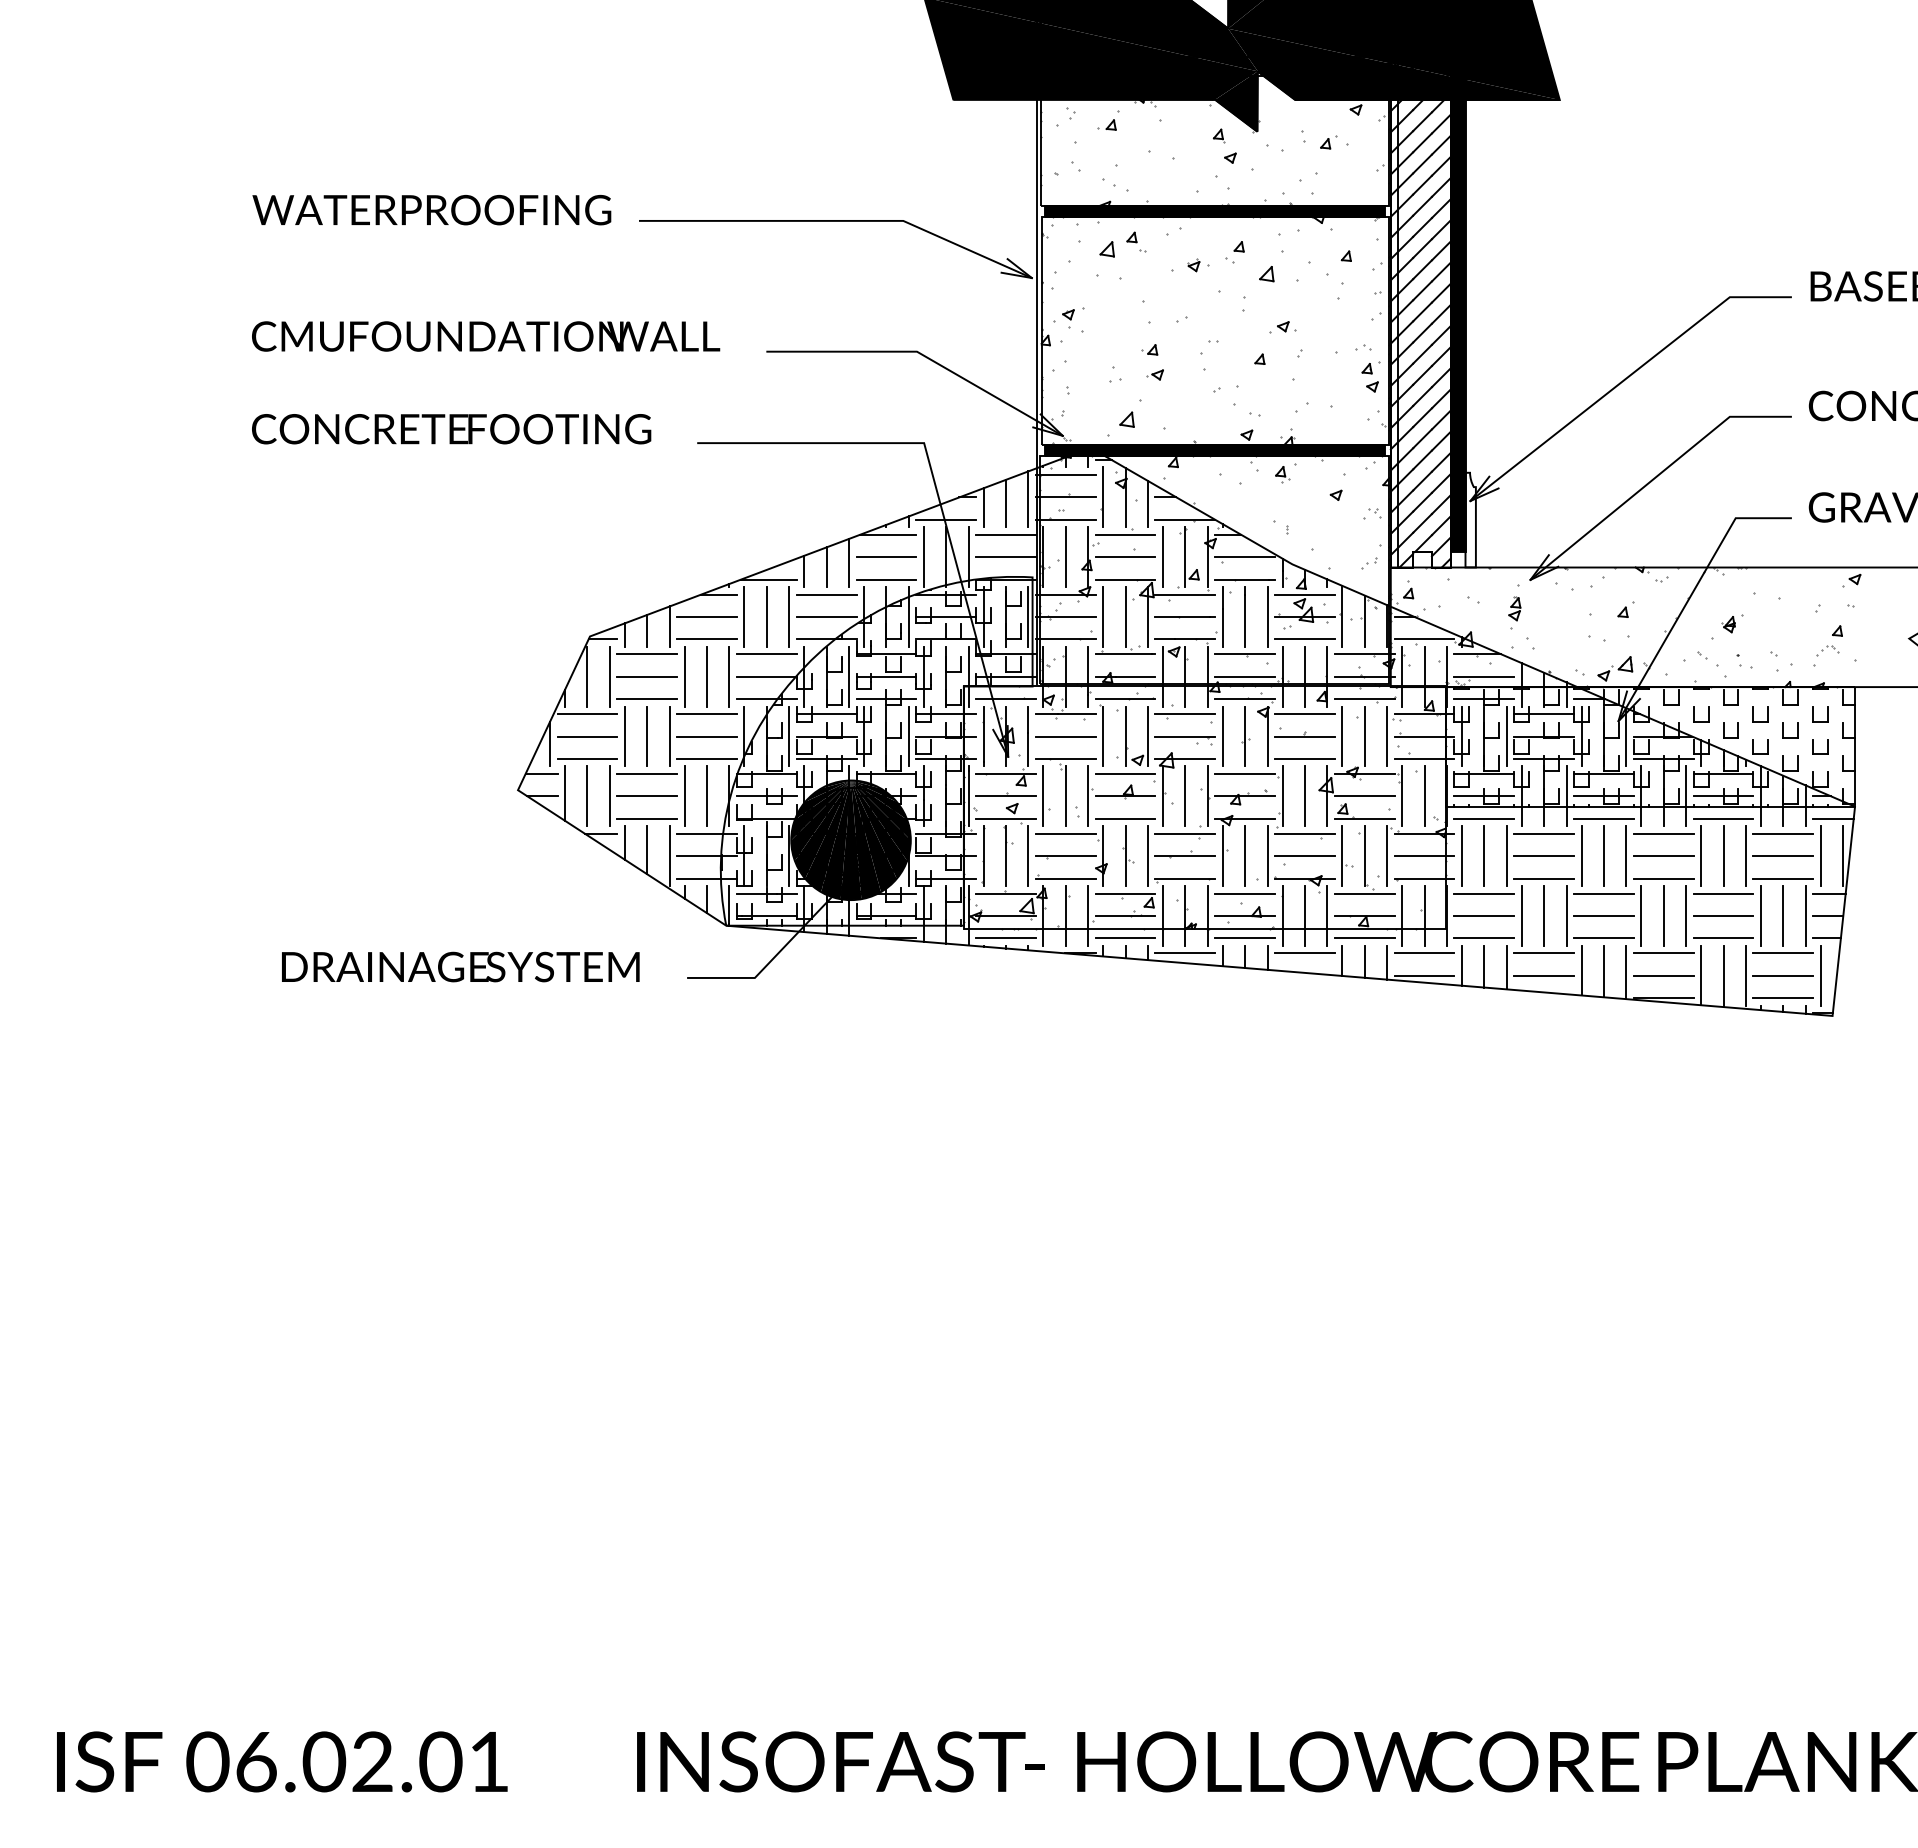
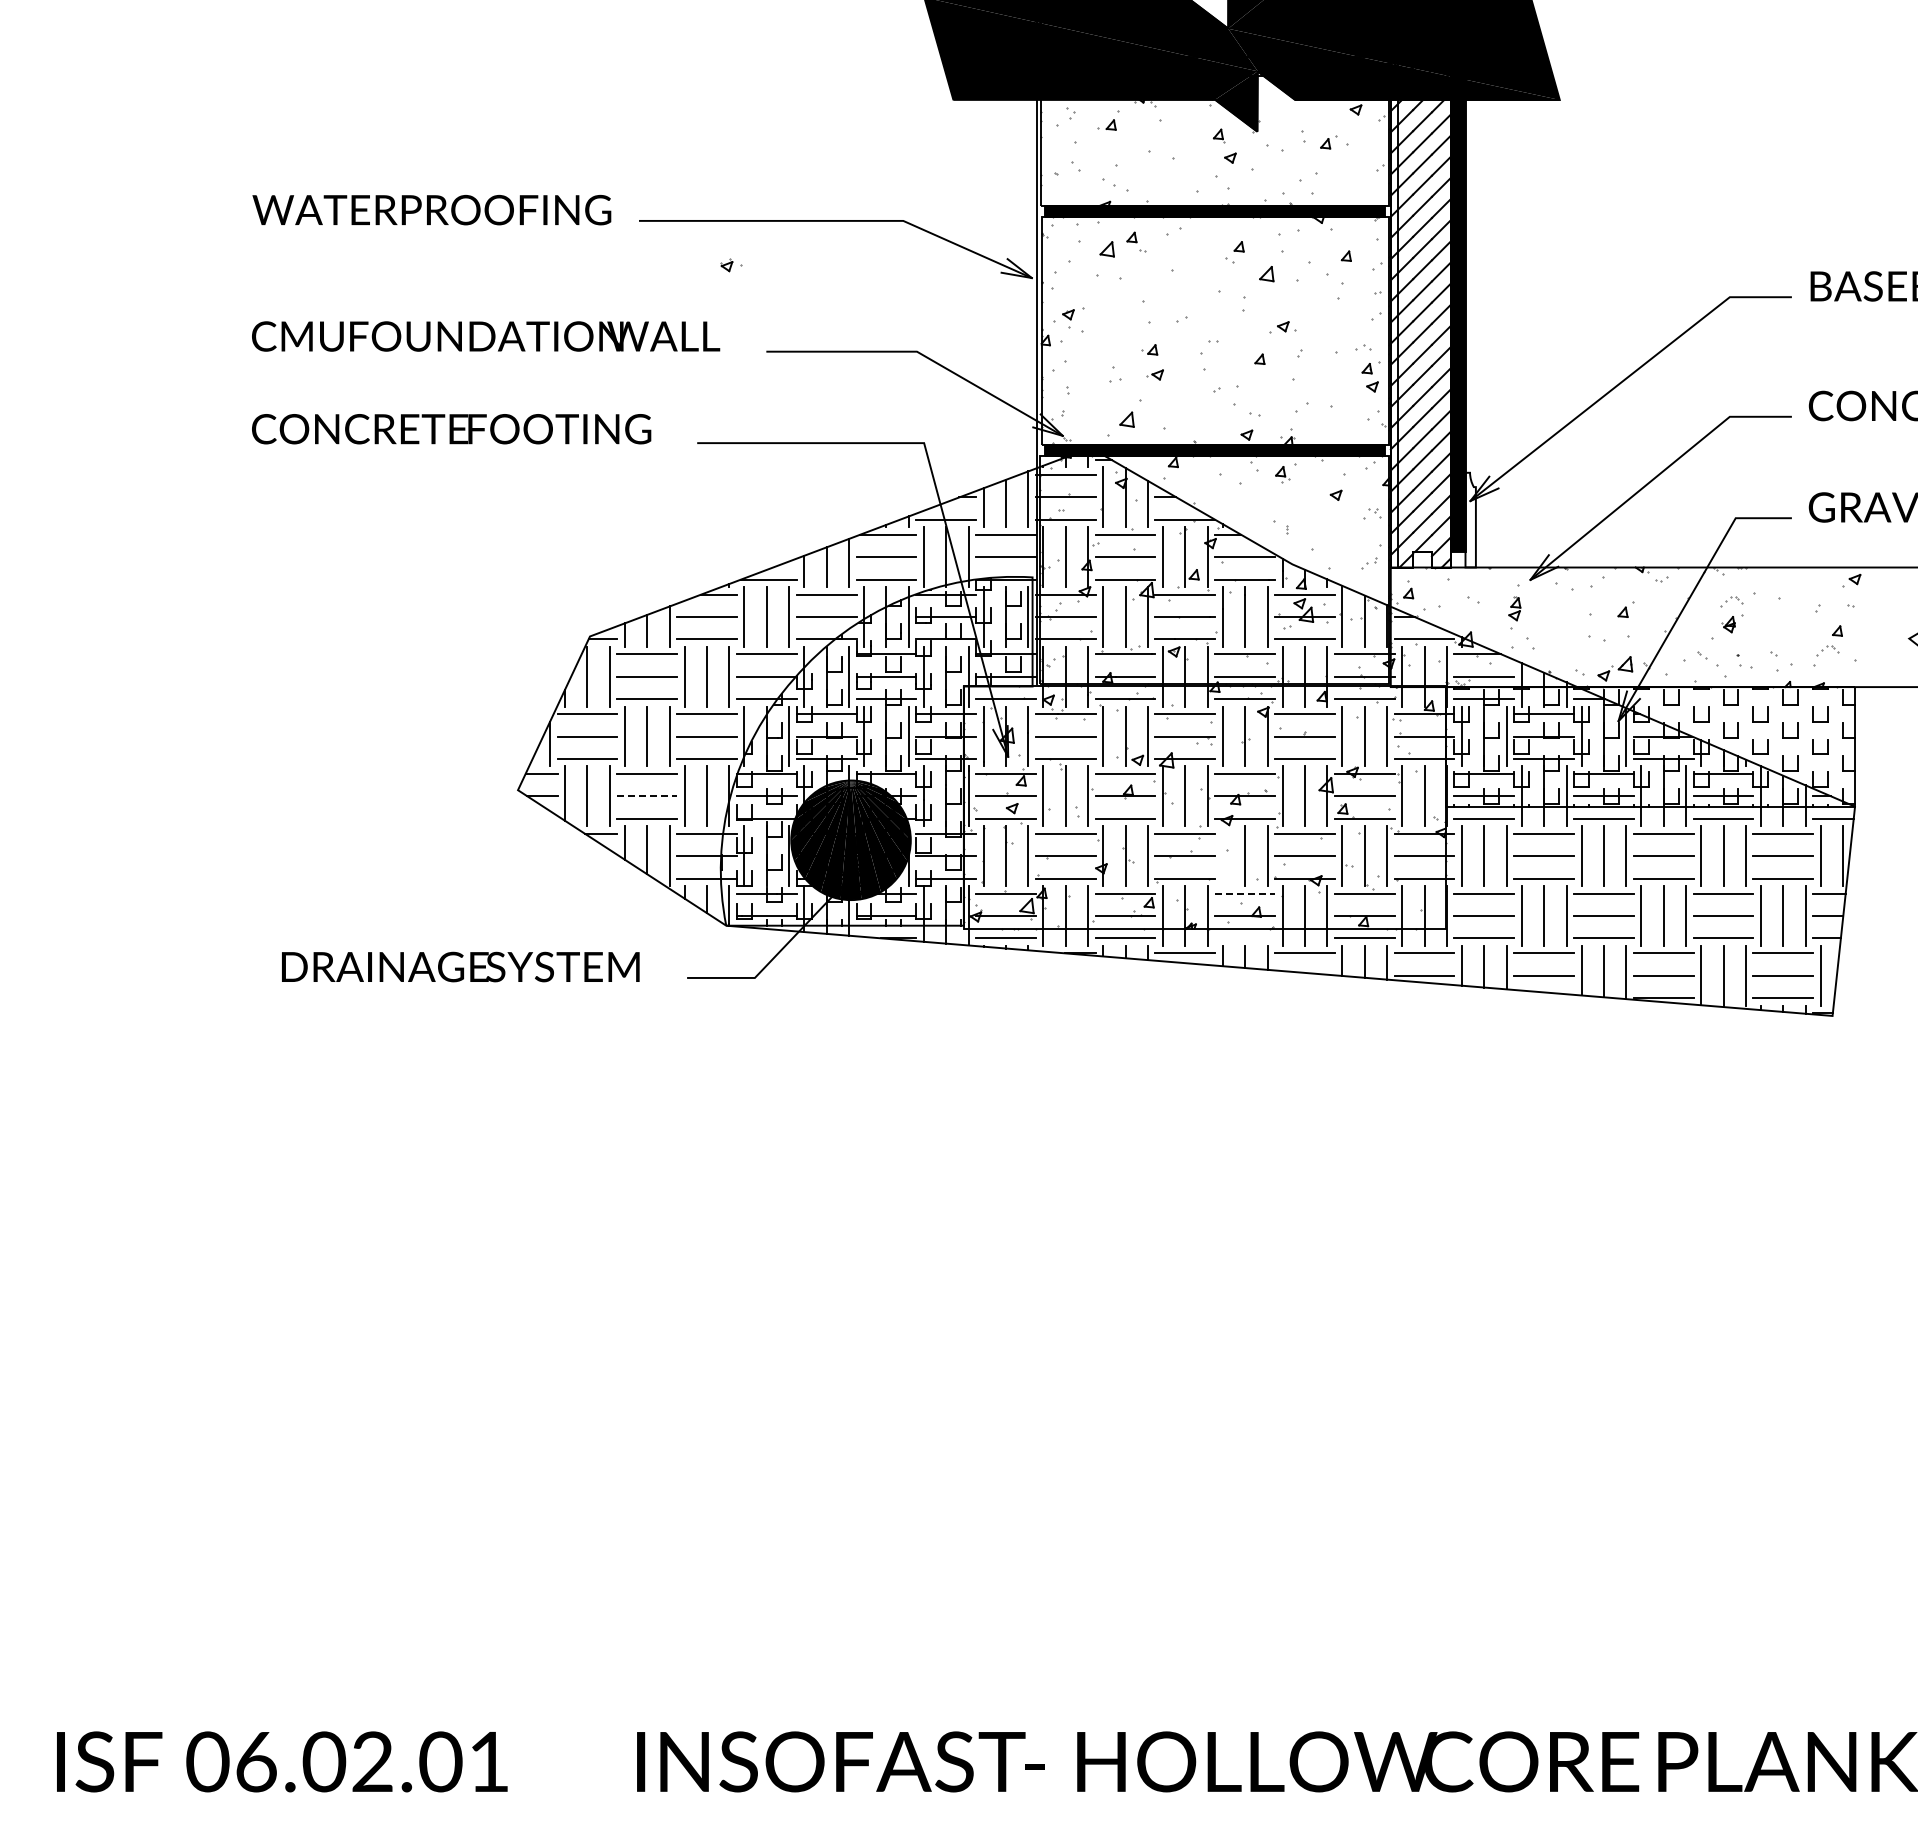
part at (1198, 265) position: (1198, 265) -> (731, 265)
part at (1731, 601): none -> present
line at (647, 796): solid -> dashed
line at (1222, 856): present -> none
line at (1245, 893): solid -> dashed
line at (1245, 938): present -> none
